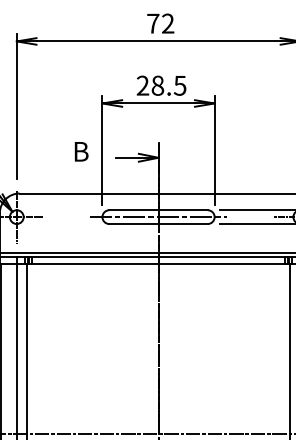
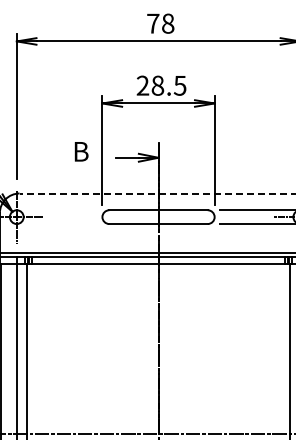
text at (168, 23): 72 -> 78
line at (157, 193): solid -> dashed
line at (158, 217): present -> none
